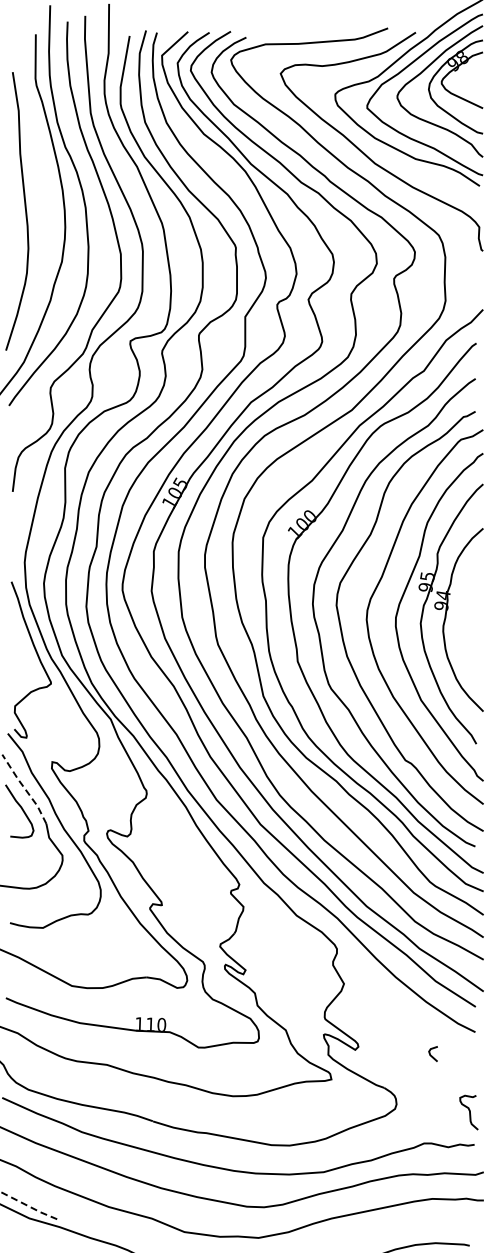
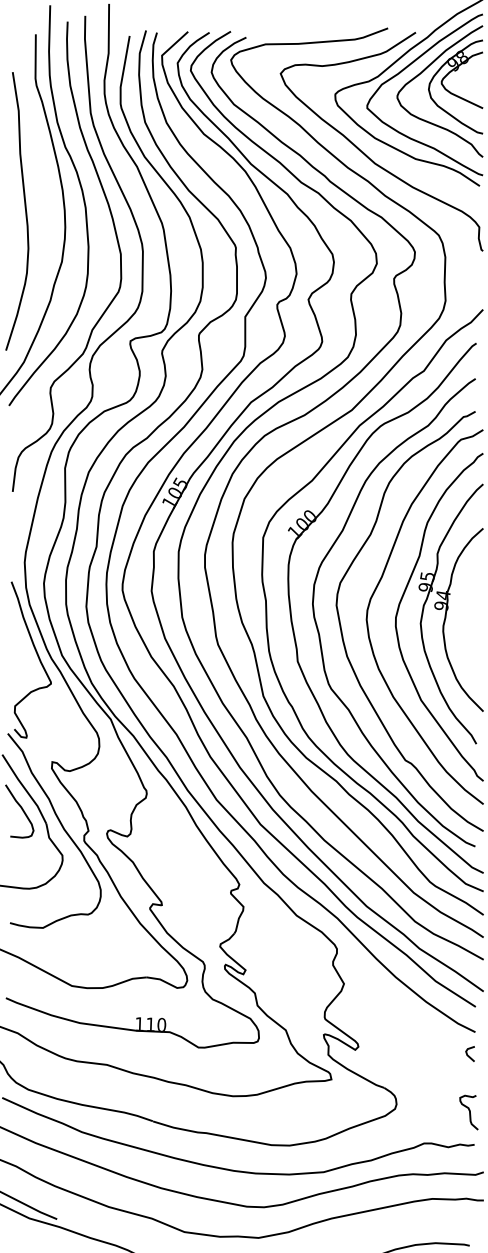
line at (24, 788): dashed -> solid
line at (431, 1054) position: (431, 1054) -> (468, 1054)
line at (29, 1206): dashed -> solid
